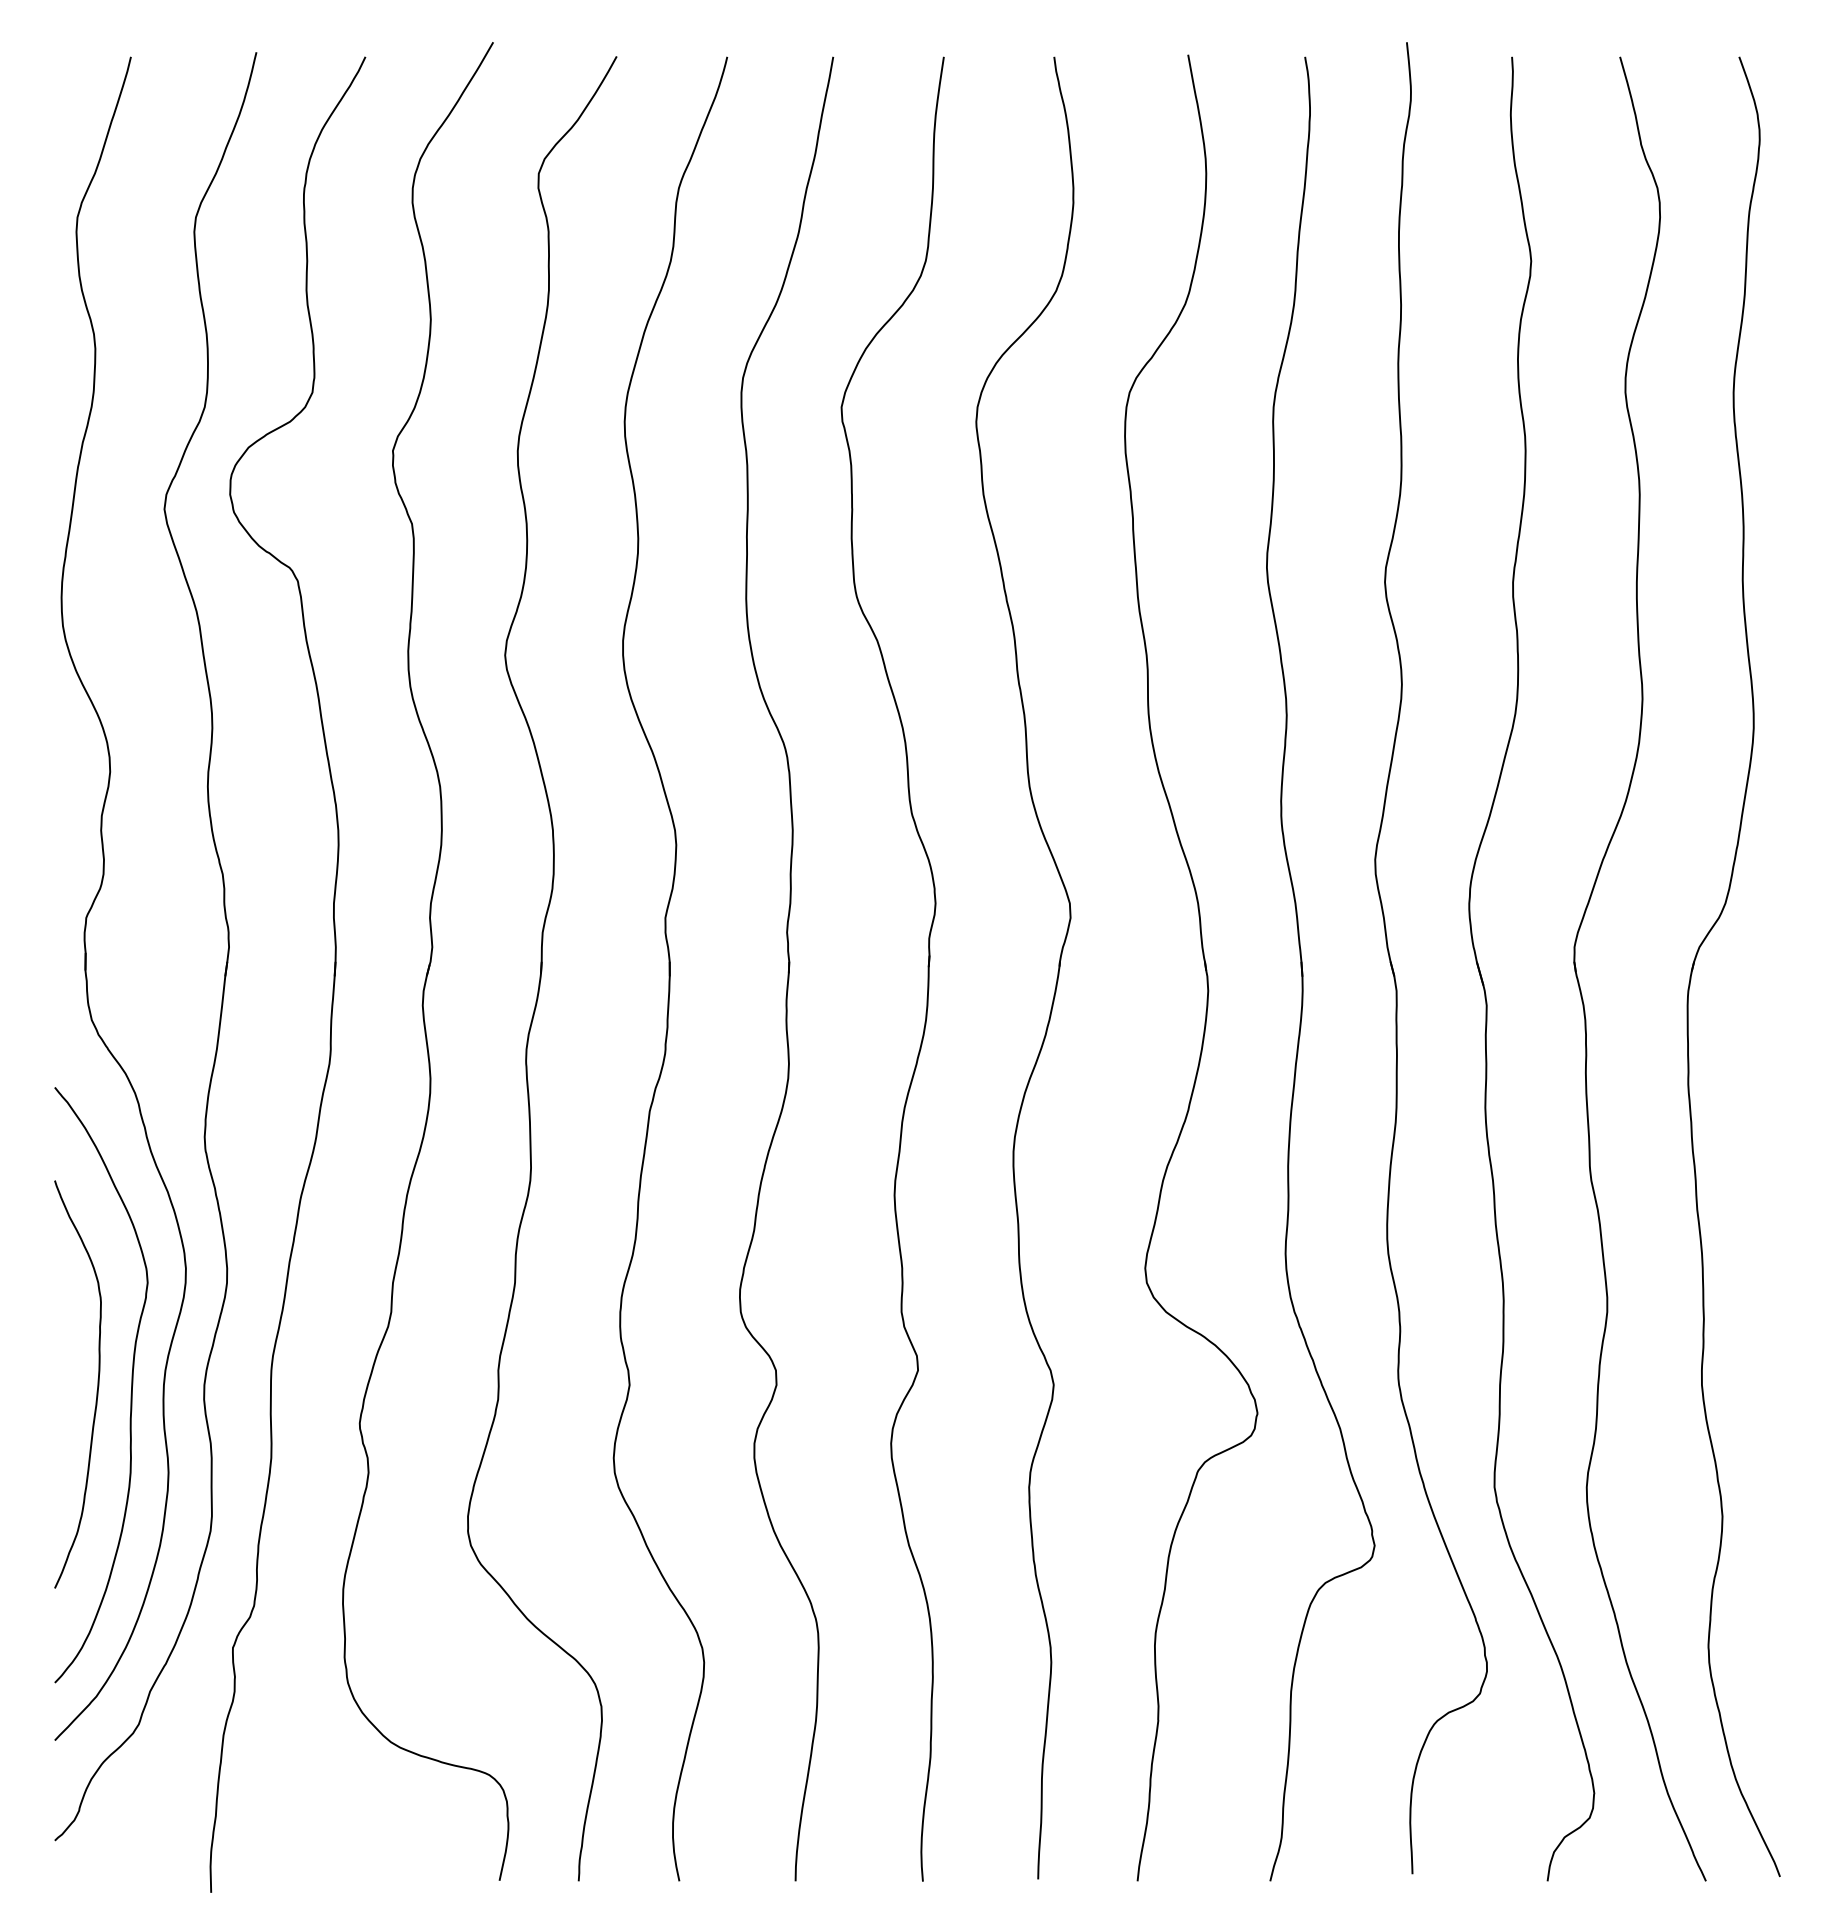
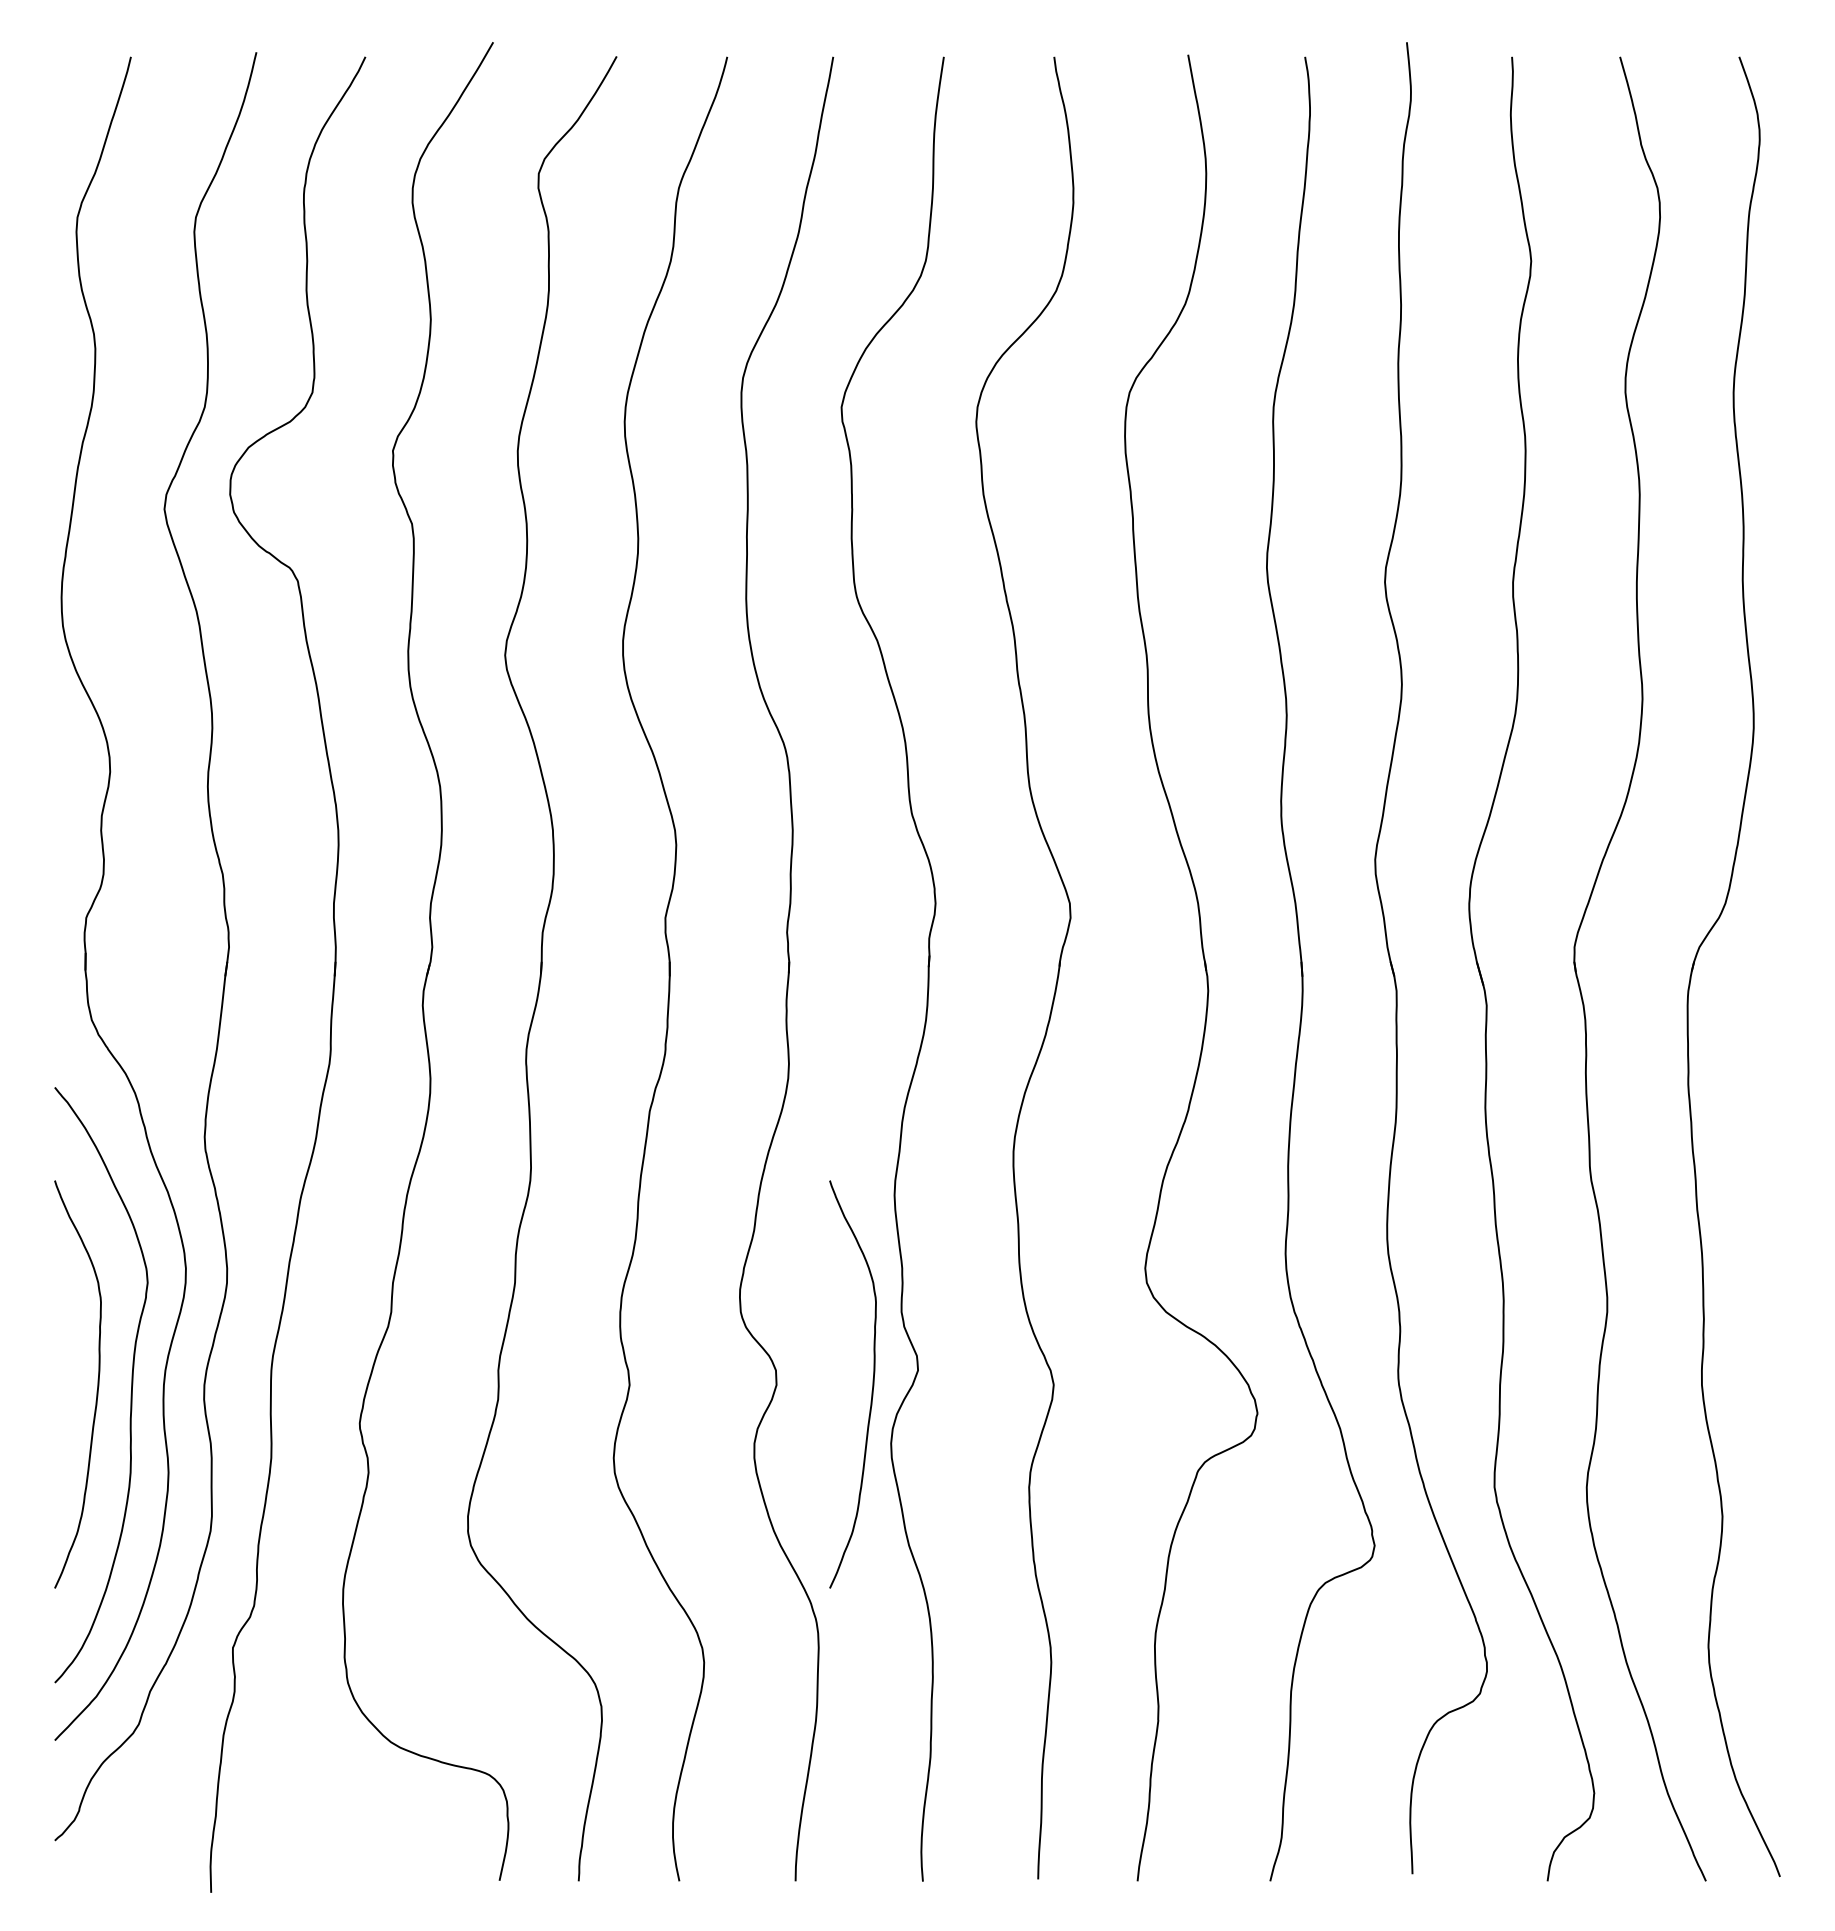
curve at (871, 1390): none -> present
